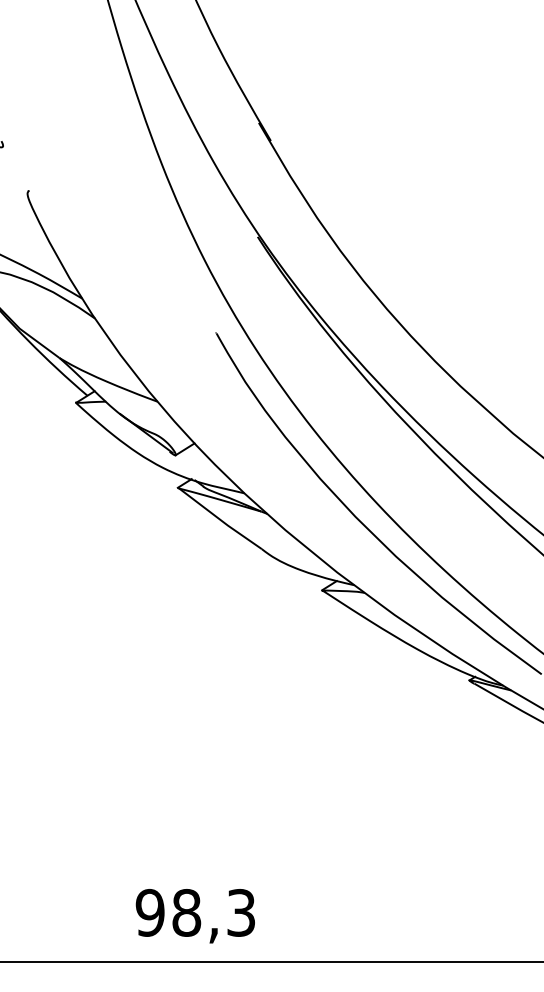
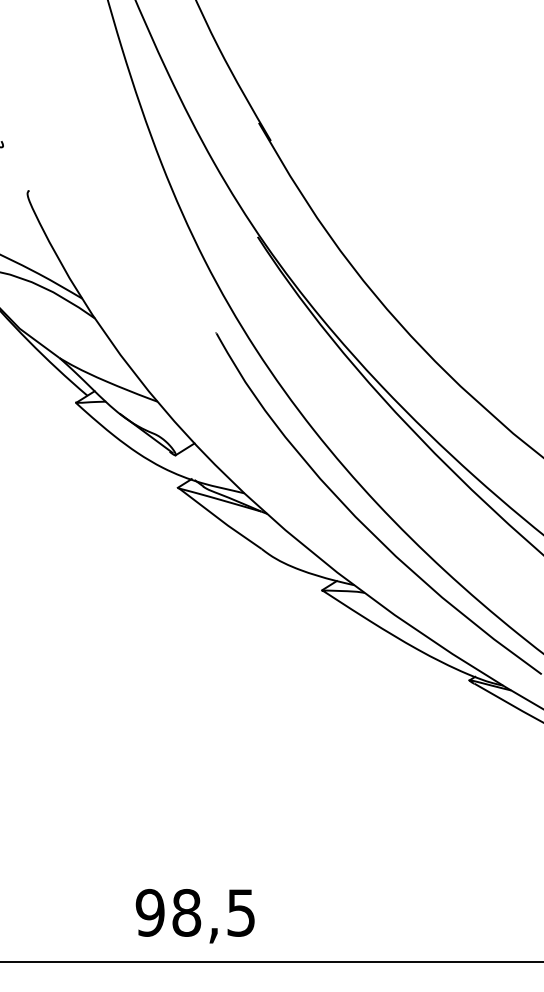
text at (241, 912): 98,3 -> 98,5
